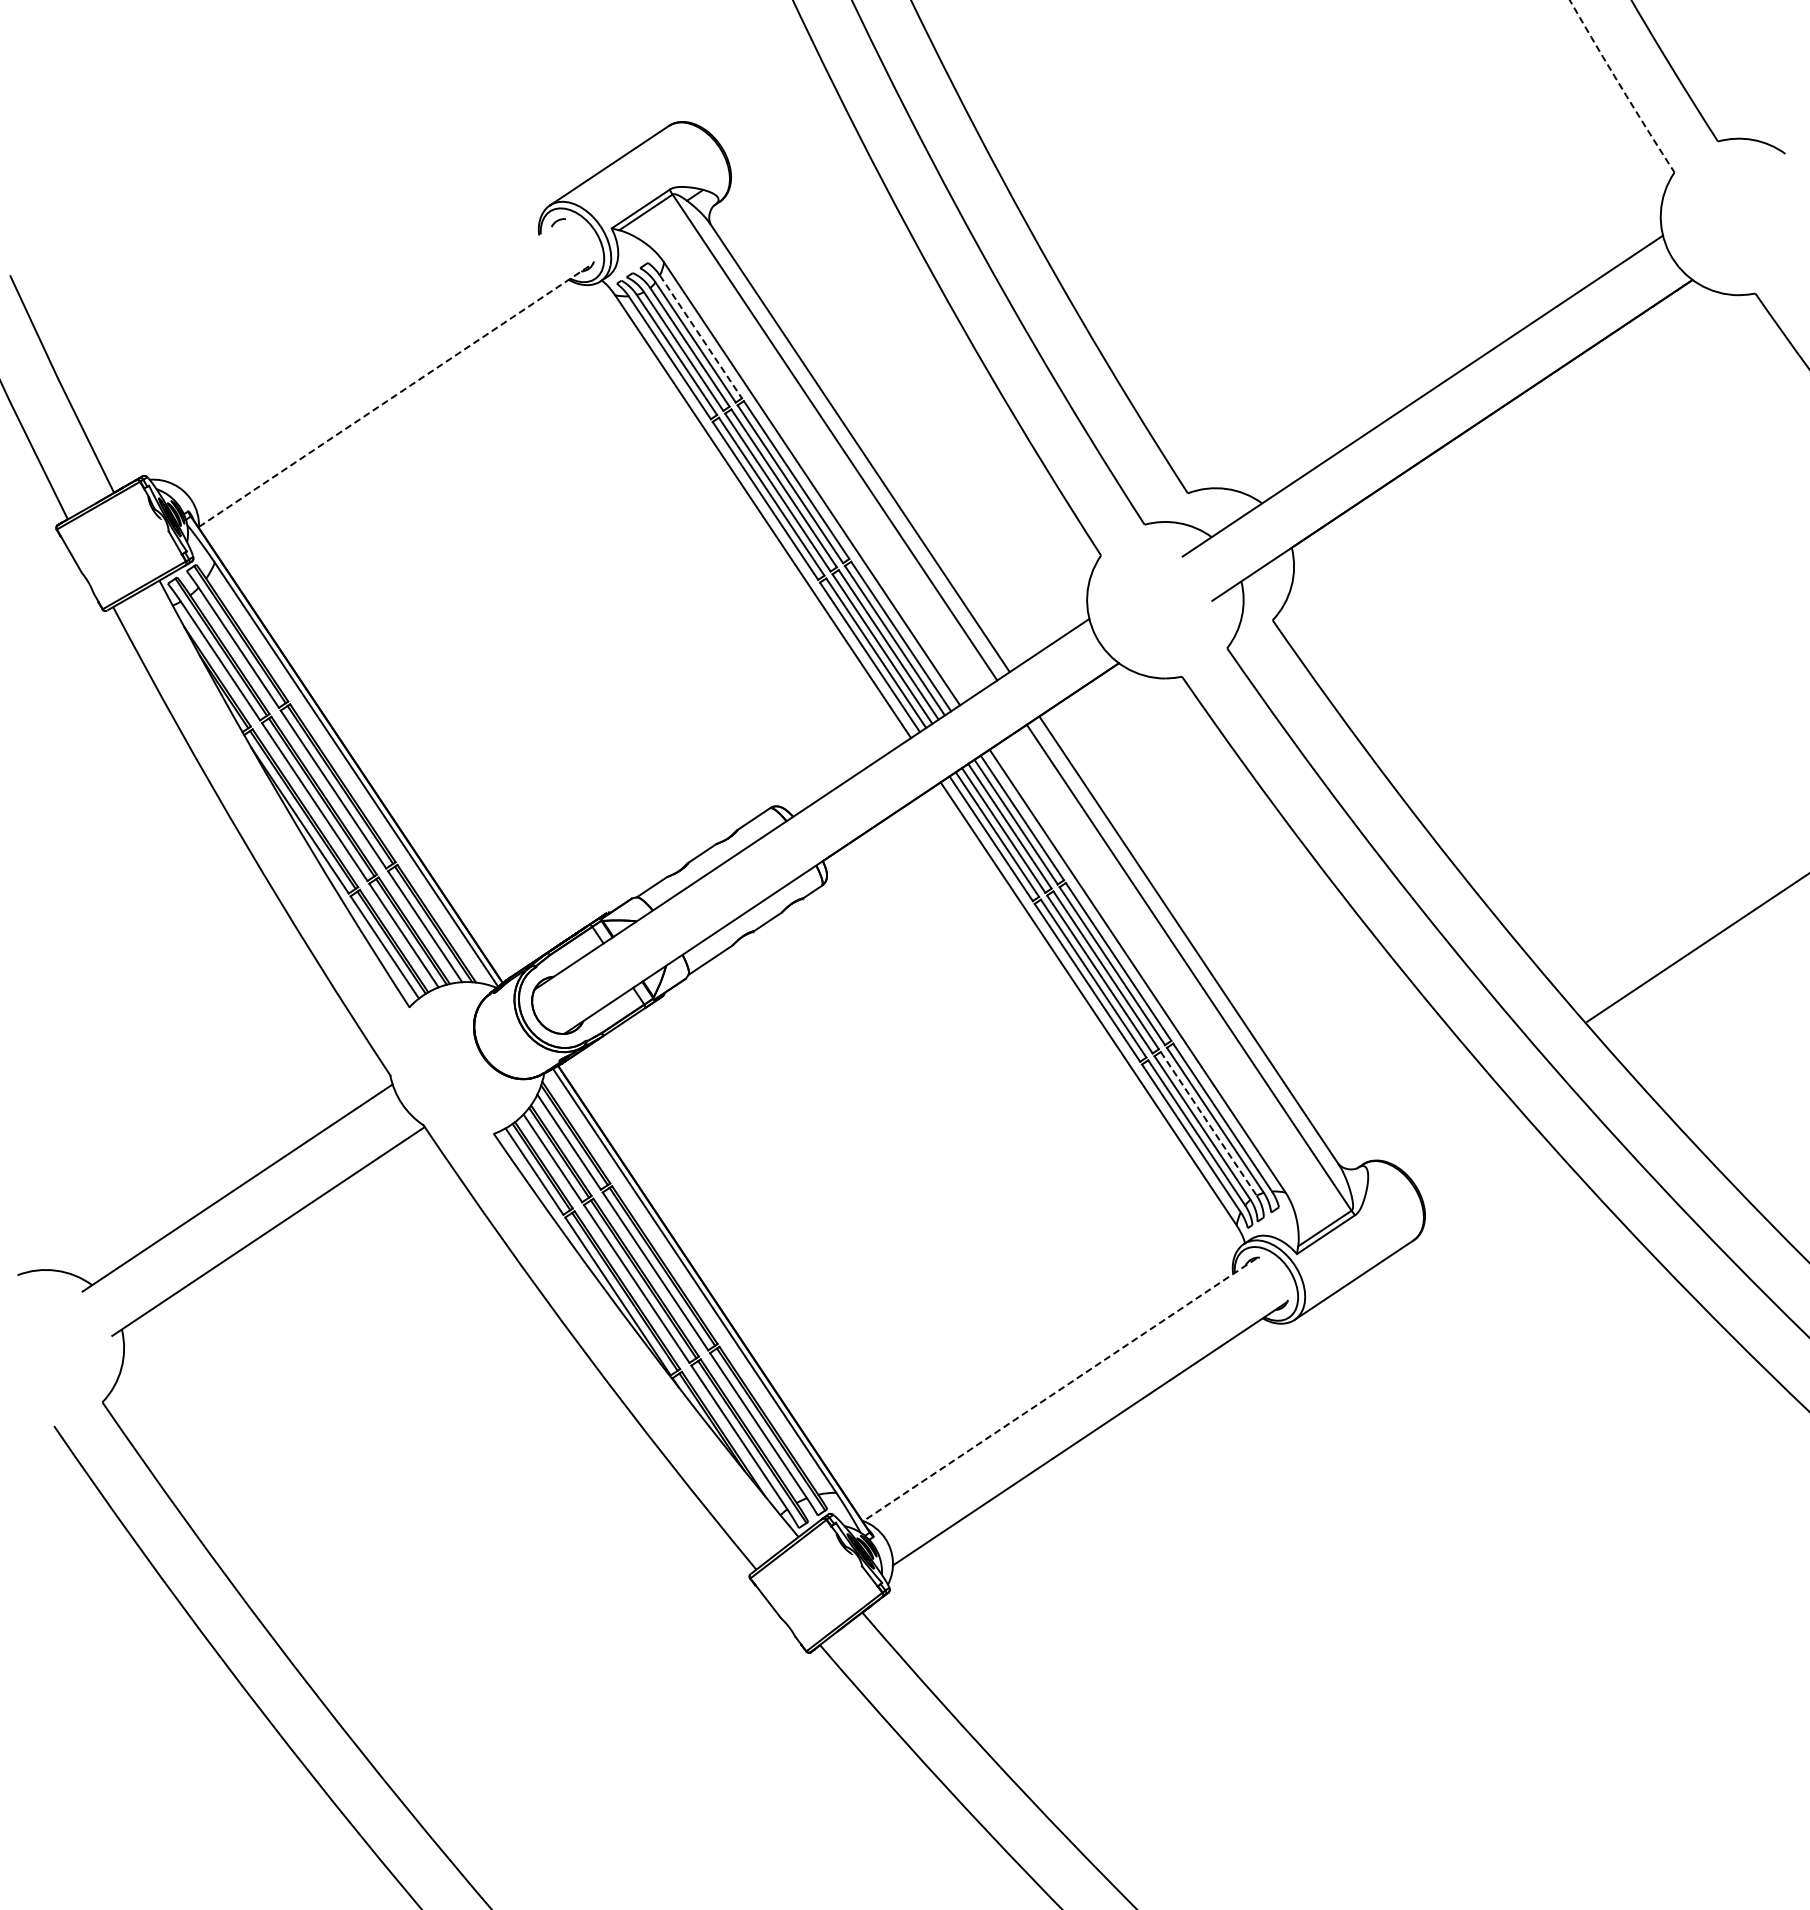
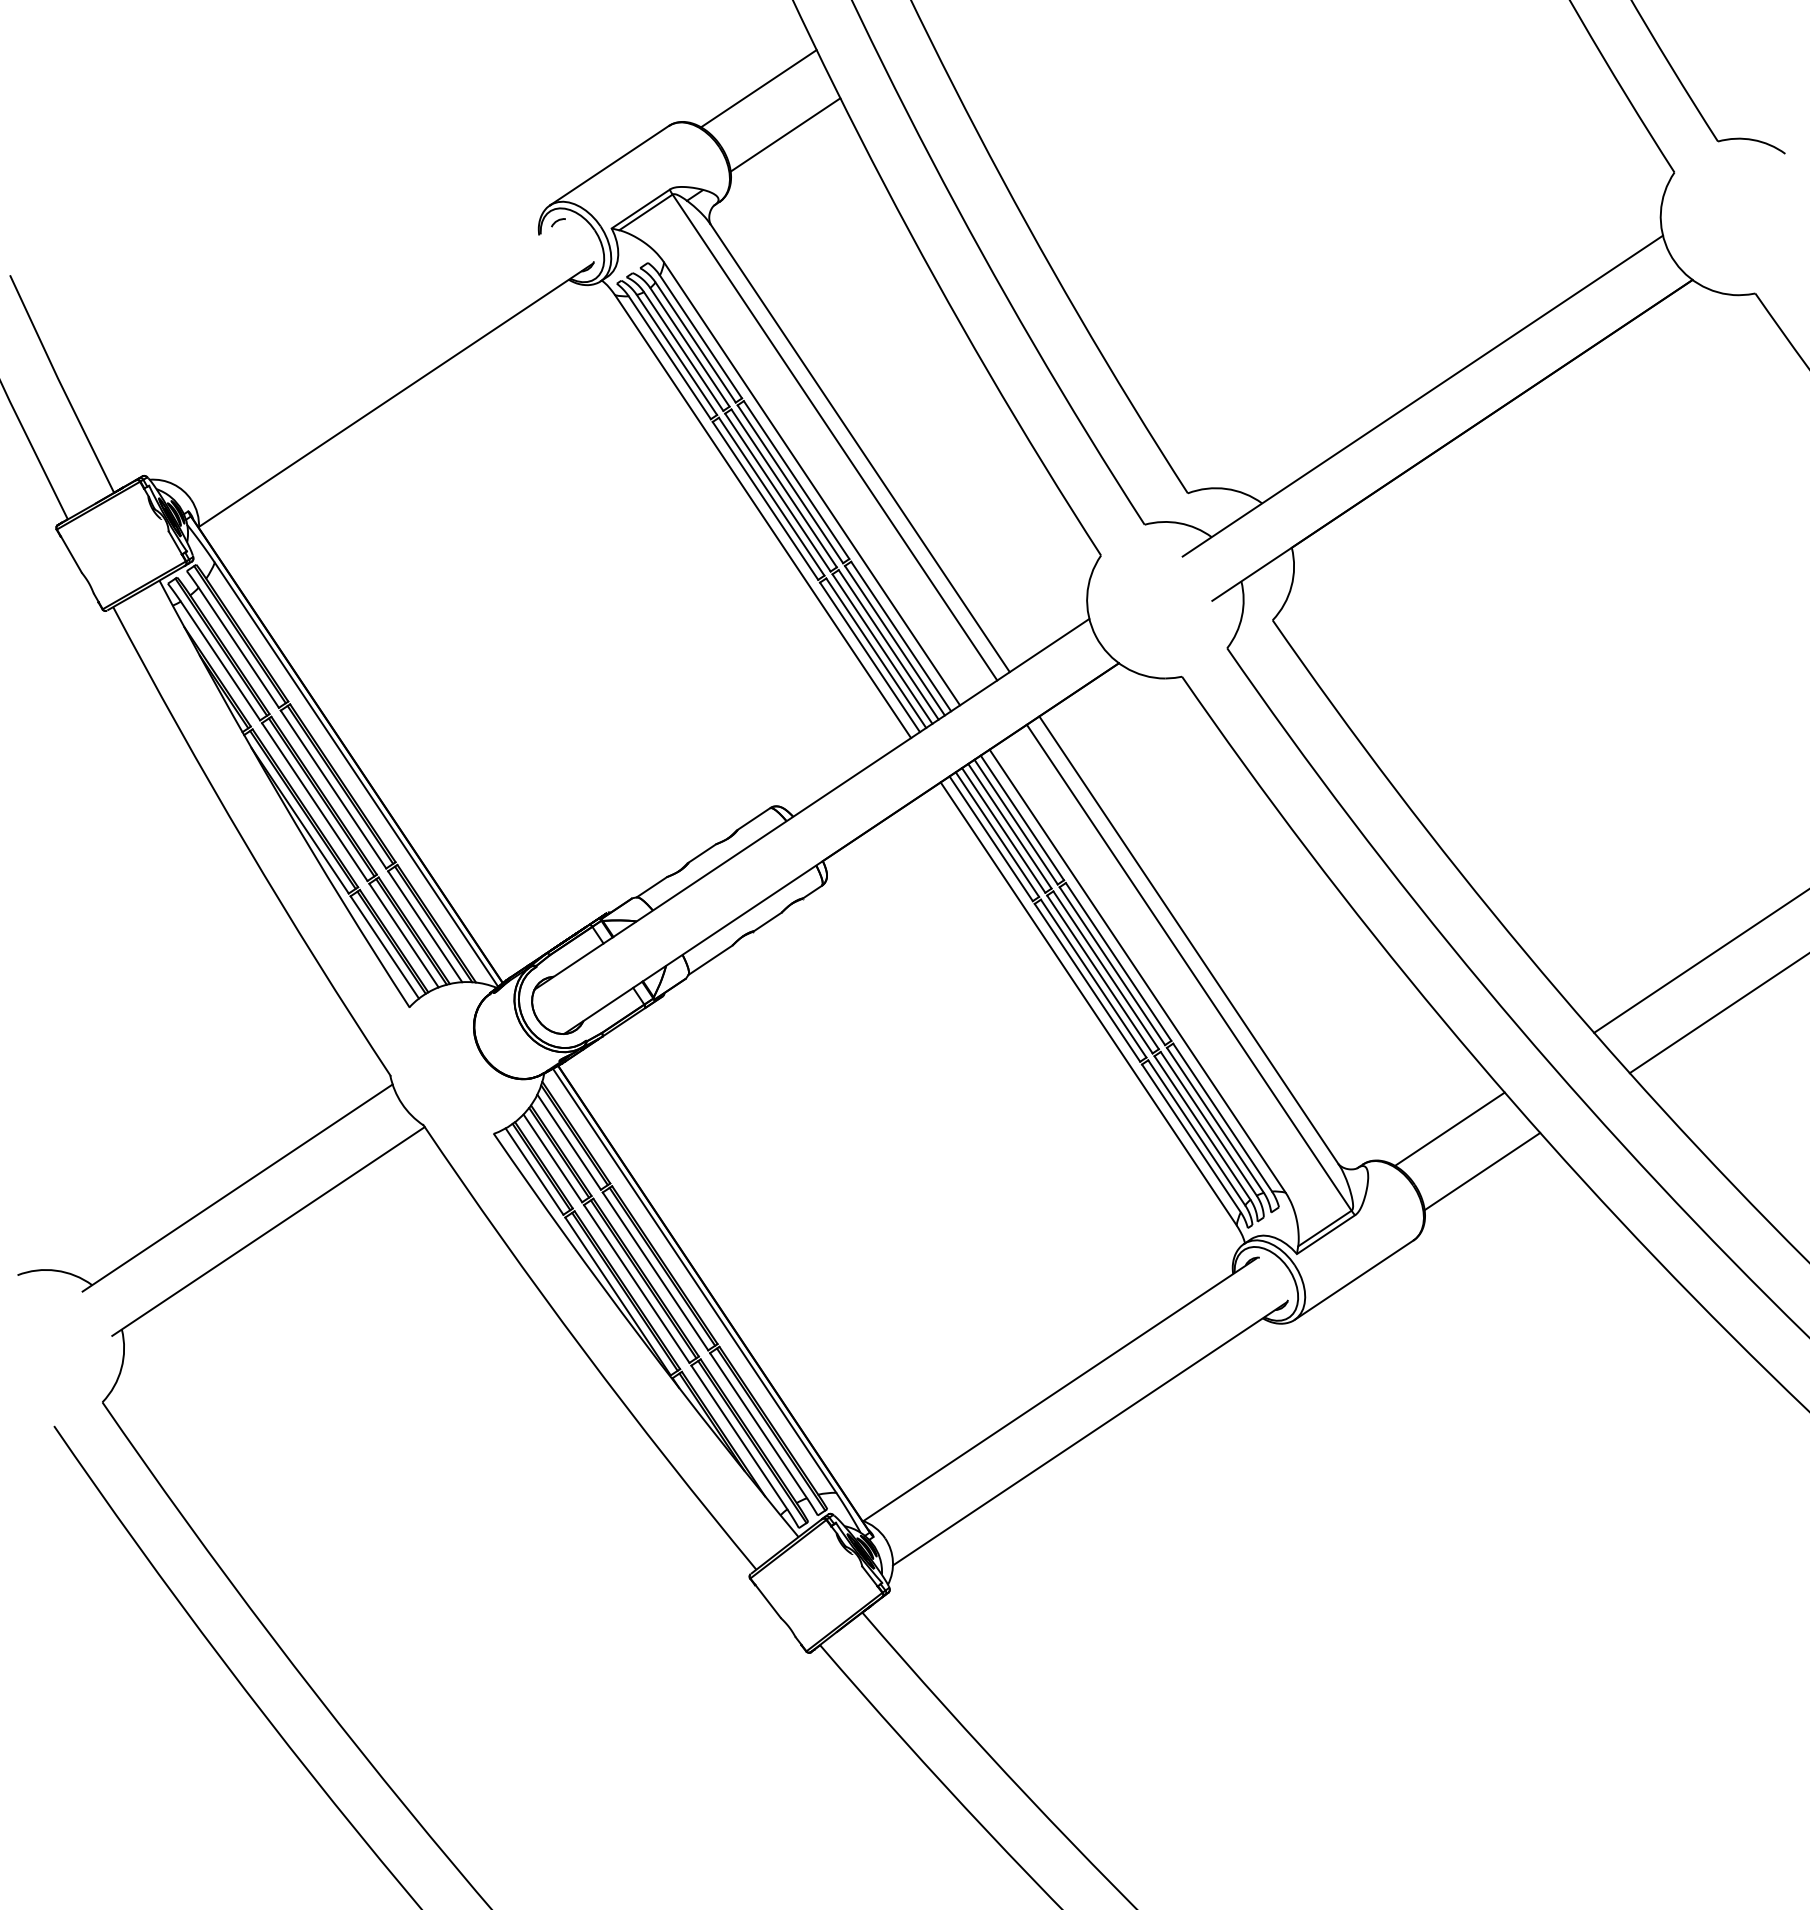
arc at (1621, 87): dashed -> solid
line at (758, 88): none -> present
line at (785, 134): none -> present
line at (700, 336): dashed -> solid
line at (396, 394): dashed -> solid
line at (1696, 948) position: (1696, 948) -> (1700, 961)
line at (1717, 1014): none -> present
line at (1209, 1124): dashed -> solid
line at (1449, 1128): none -> present
line at (1482, 1171): none -> present
line at (1059, 1390): dashed -> solid
